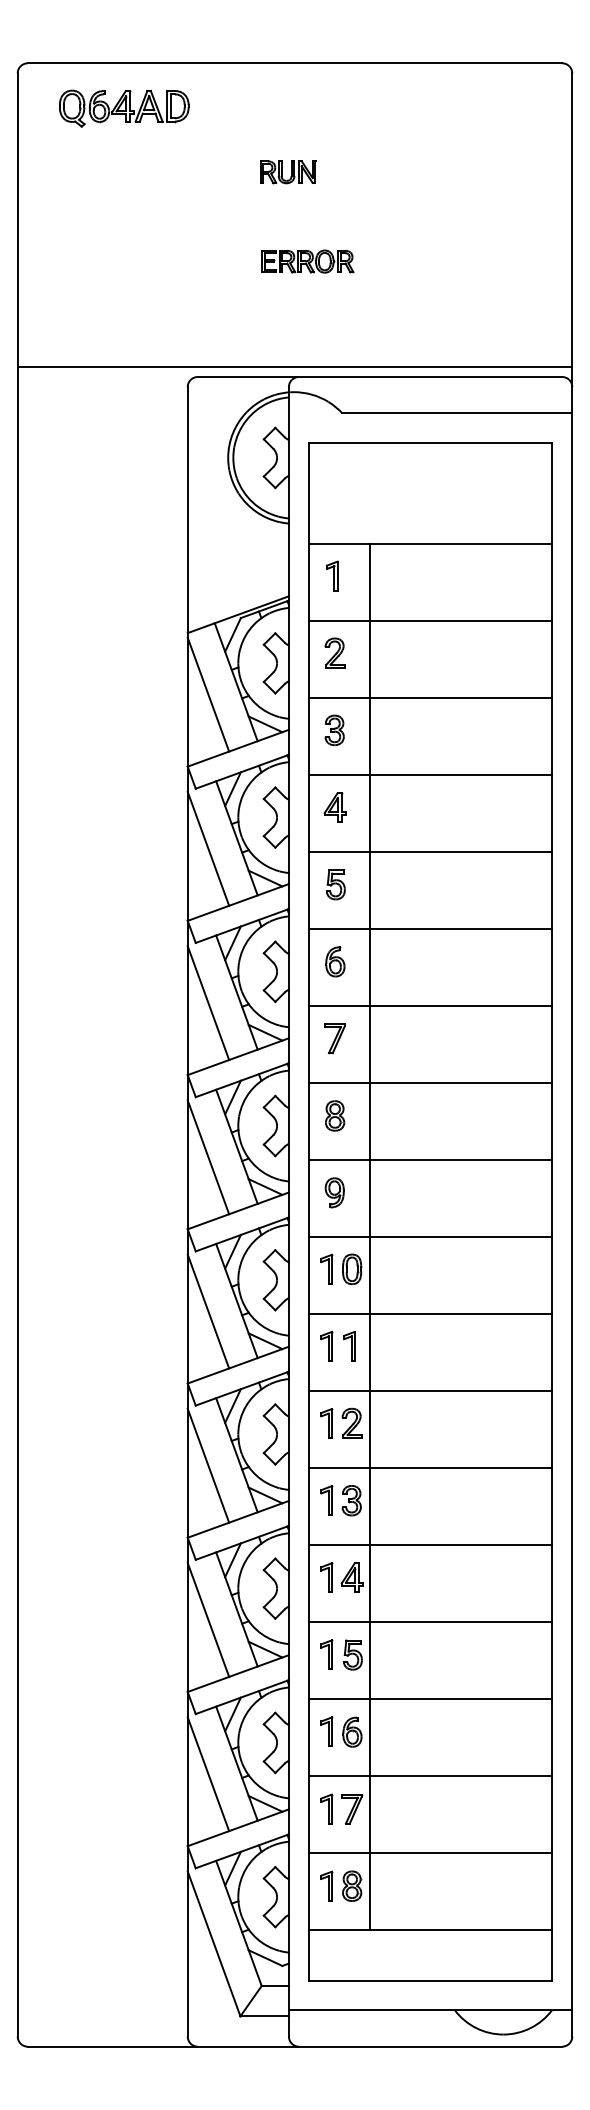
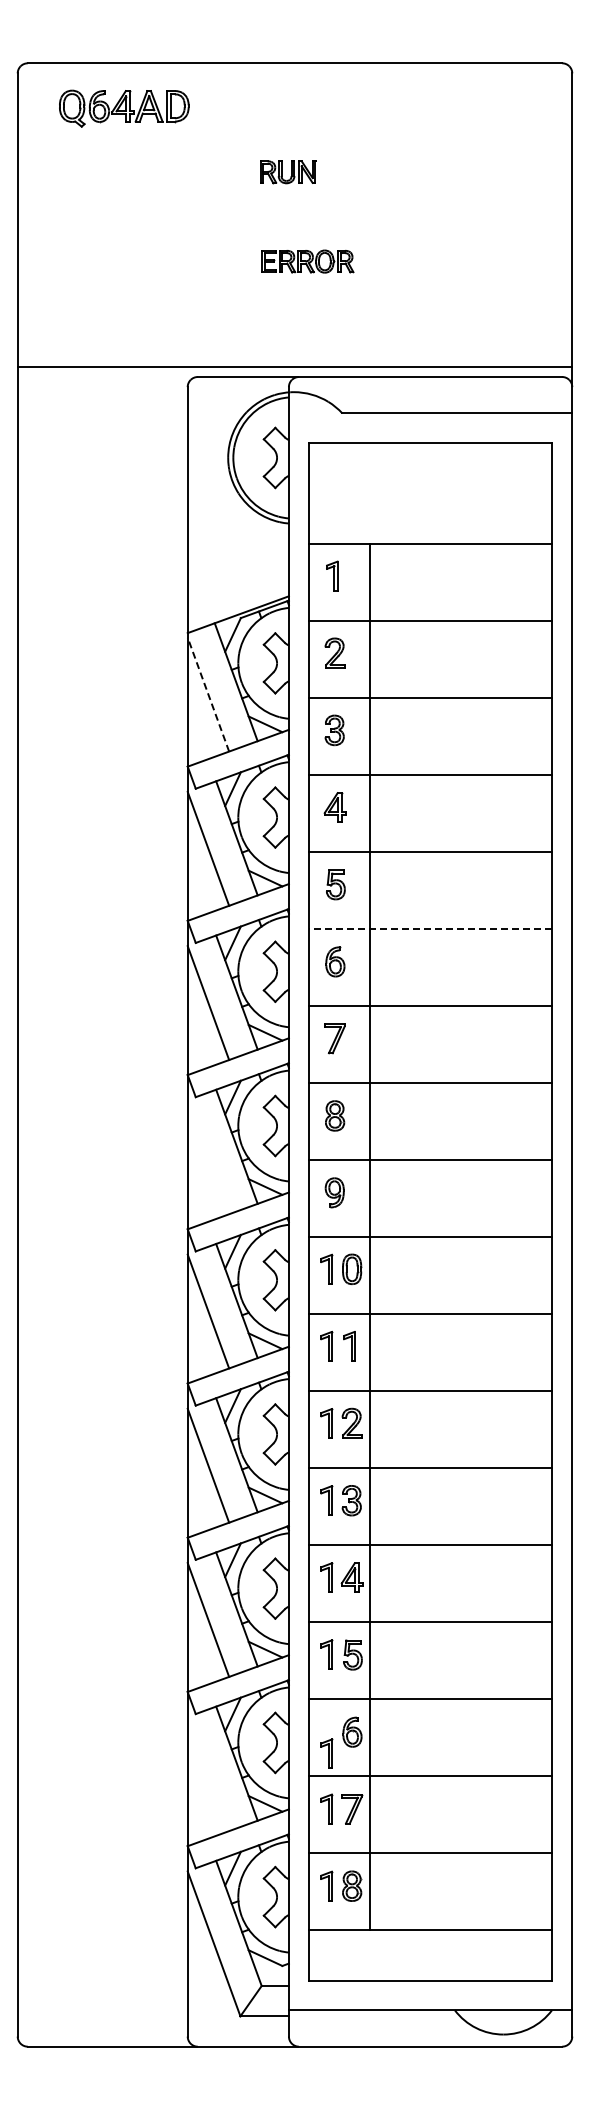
line at (208, 694): solid -> dashed
line at (430, 929): solid -> dashed
line at (208, 1157): present -> none
part at (326, 1731) position: (326, 1731) -> (326, 1753)
line at (208, 1774): present -> none
